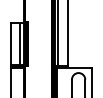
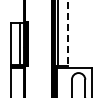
line at (67, 33): solid -> dashed
